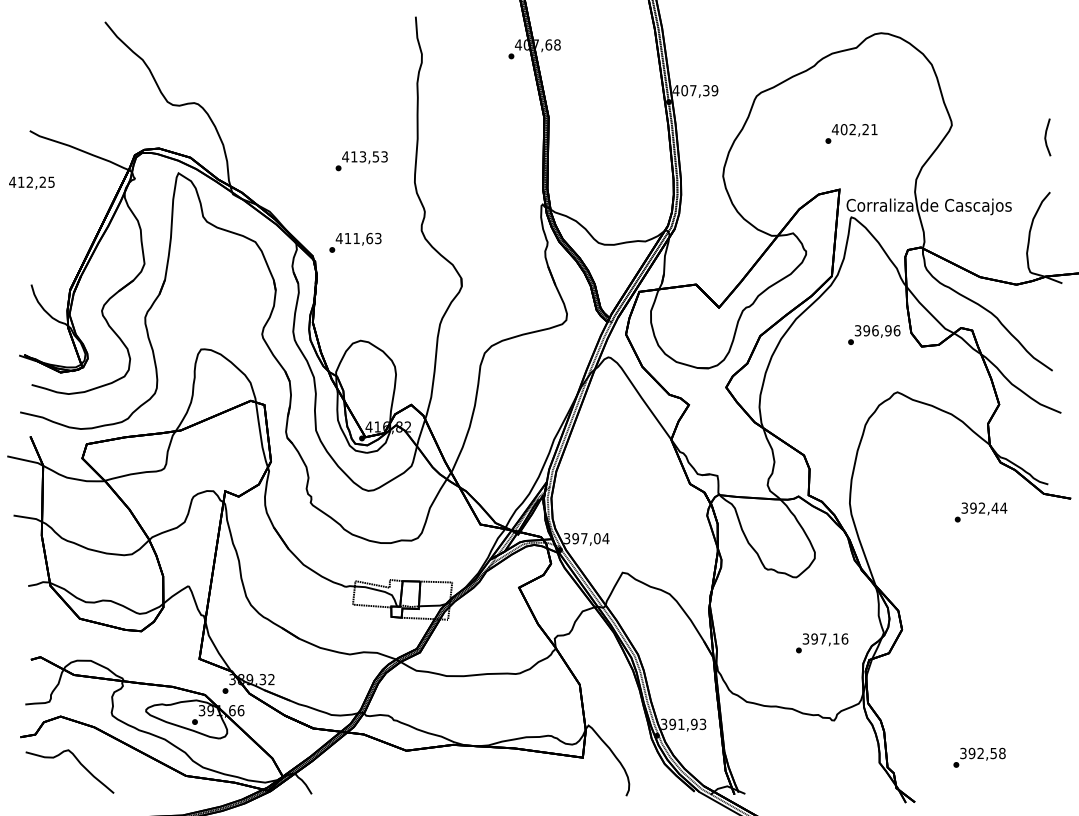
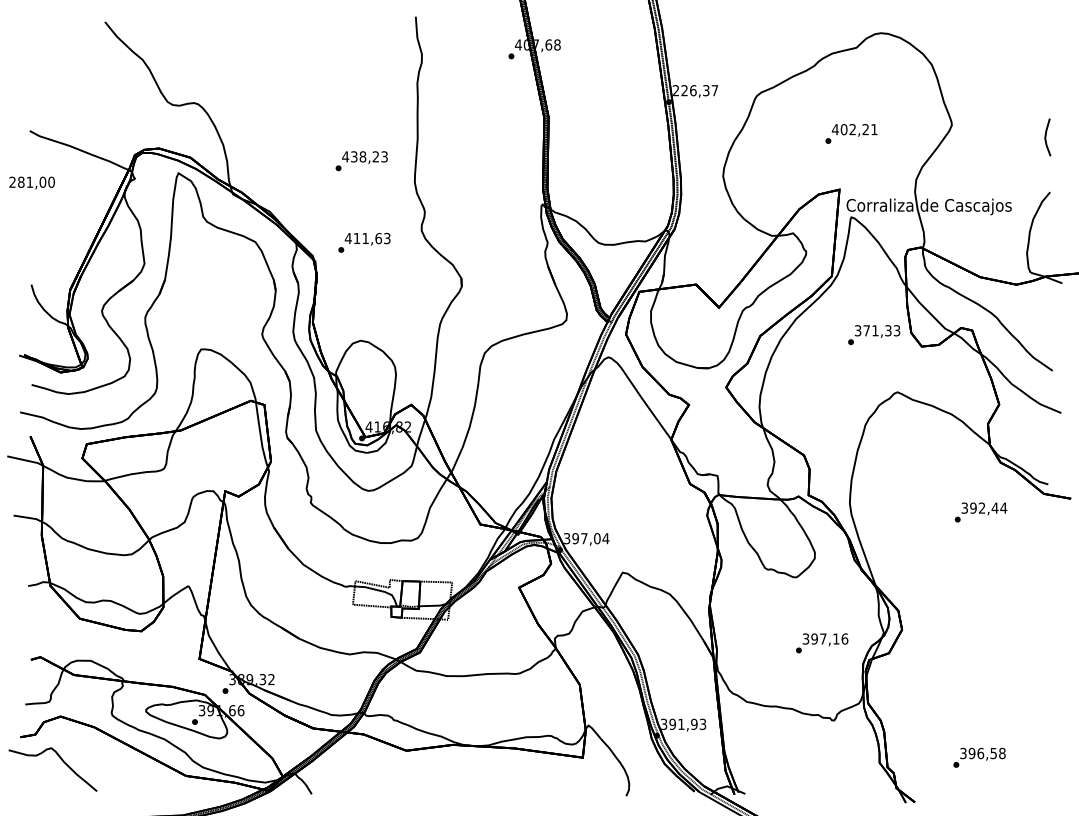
text at (695, 90): 407,39 -> 226,37
text at (365, 156): 413,53 -> 438,23
text at (31, 181): 412,25 -> 281,00
text at (355, 242) position: (355, 242) -> (364, 242)
text at (881, 330): 396,96 -> 371,33
text at (980, 753): 392,58 -> 396,58
part at (78, 762) position: (78, 762) -> (61, 760)
